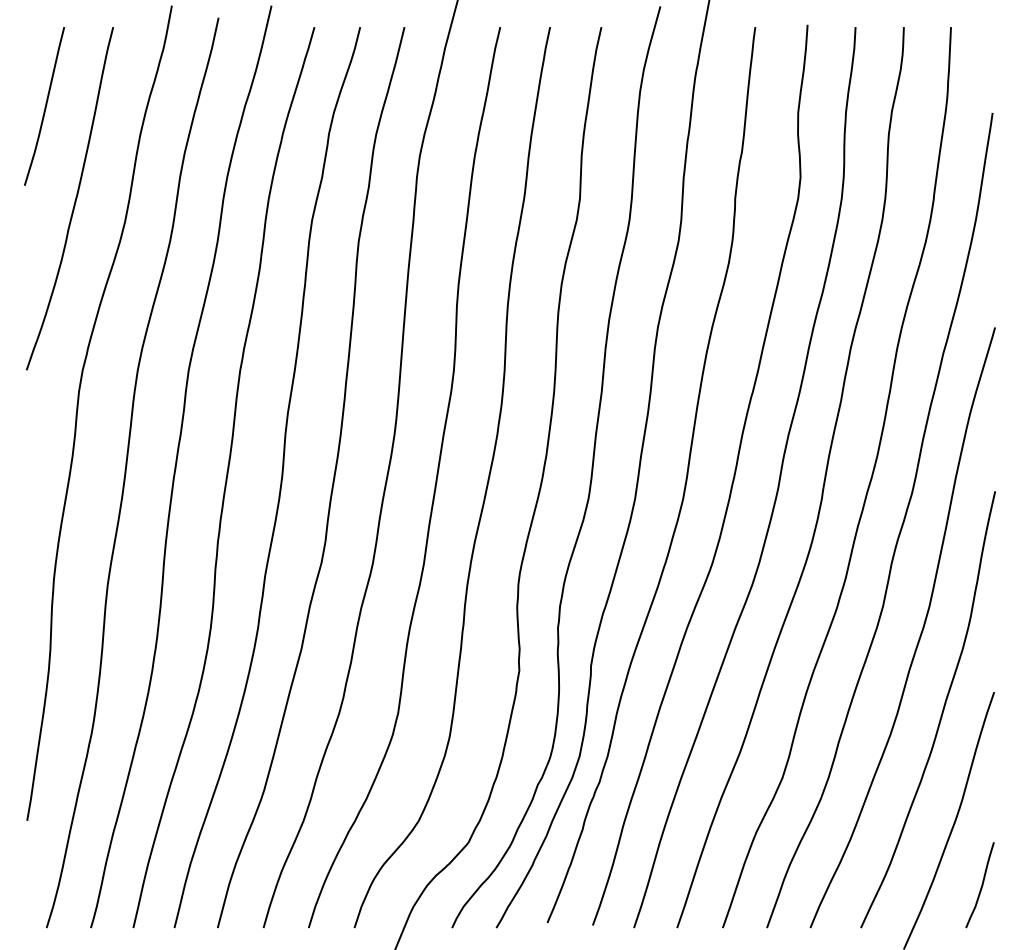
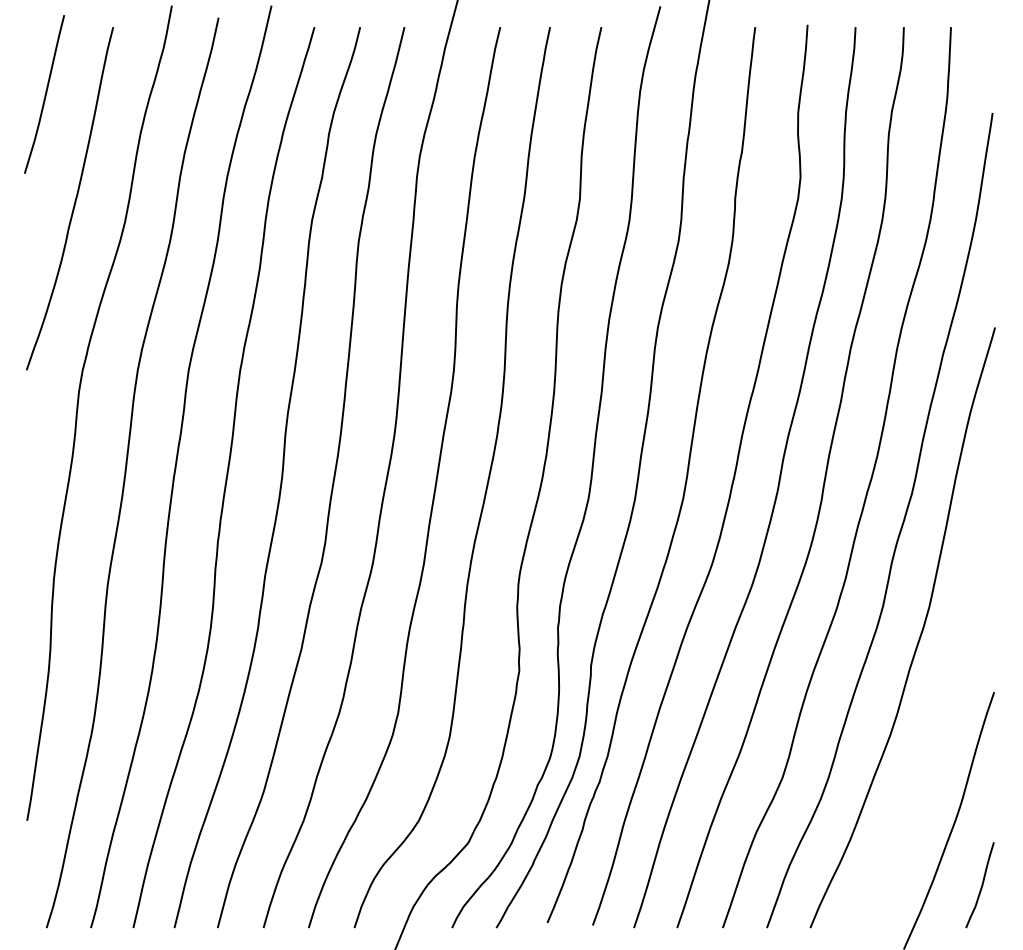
curve at (45, 106) position: (45, 106) -> (45, 94)
curve at (941, 712): present -> none
